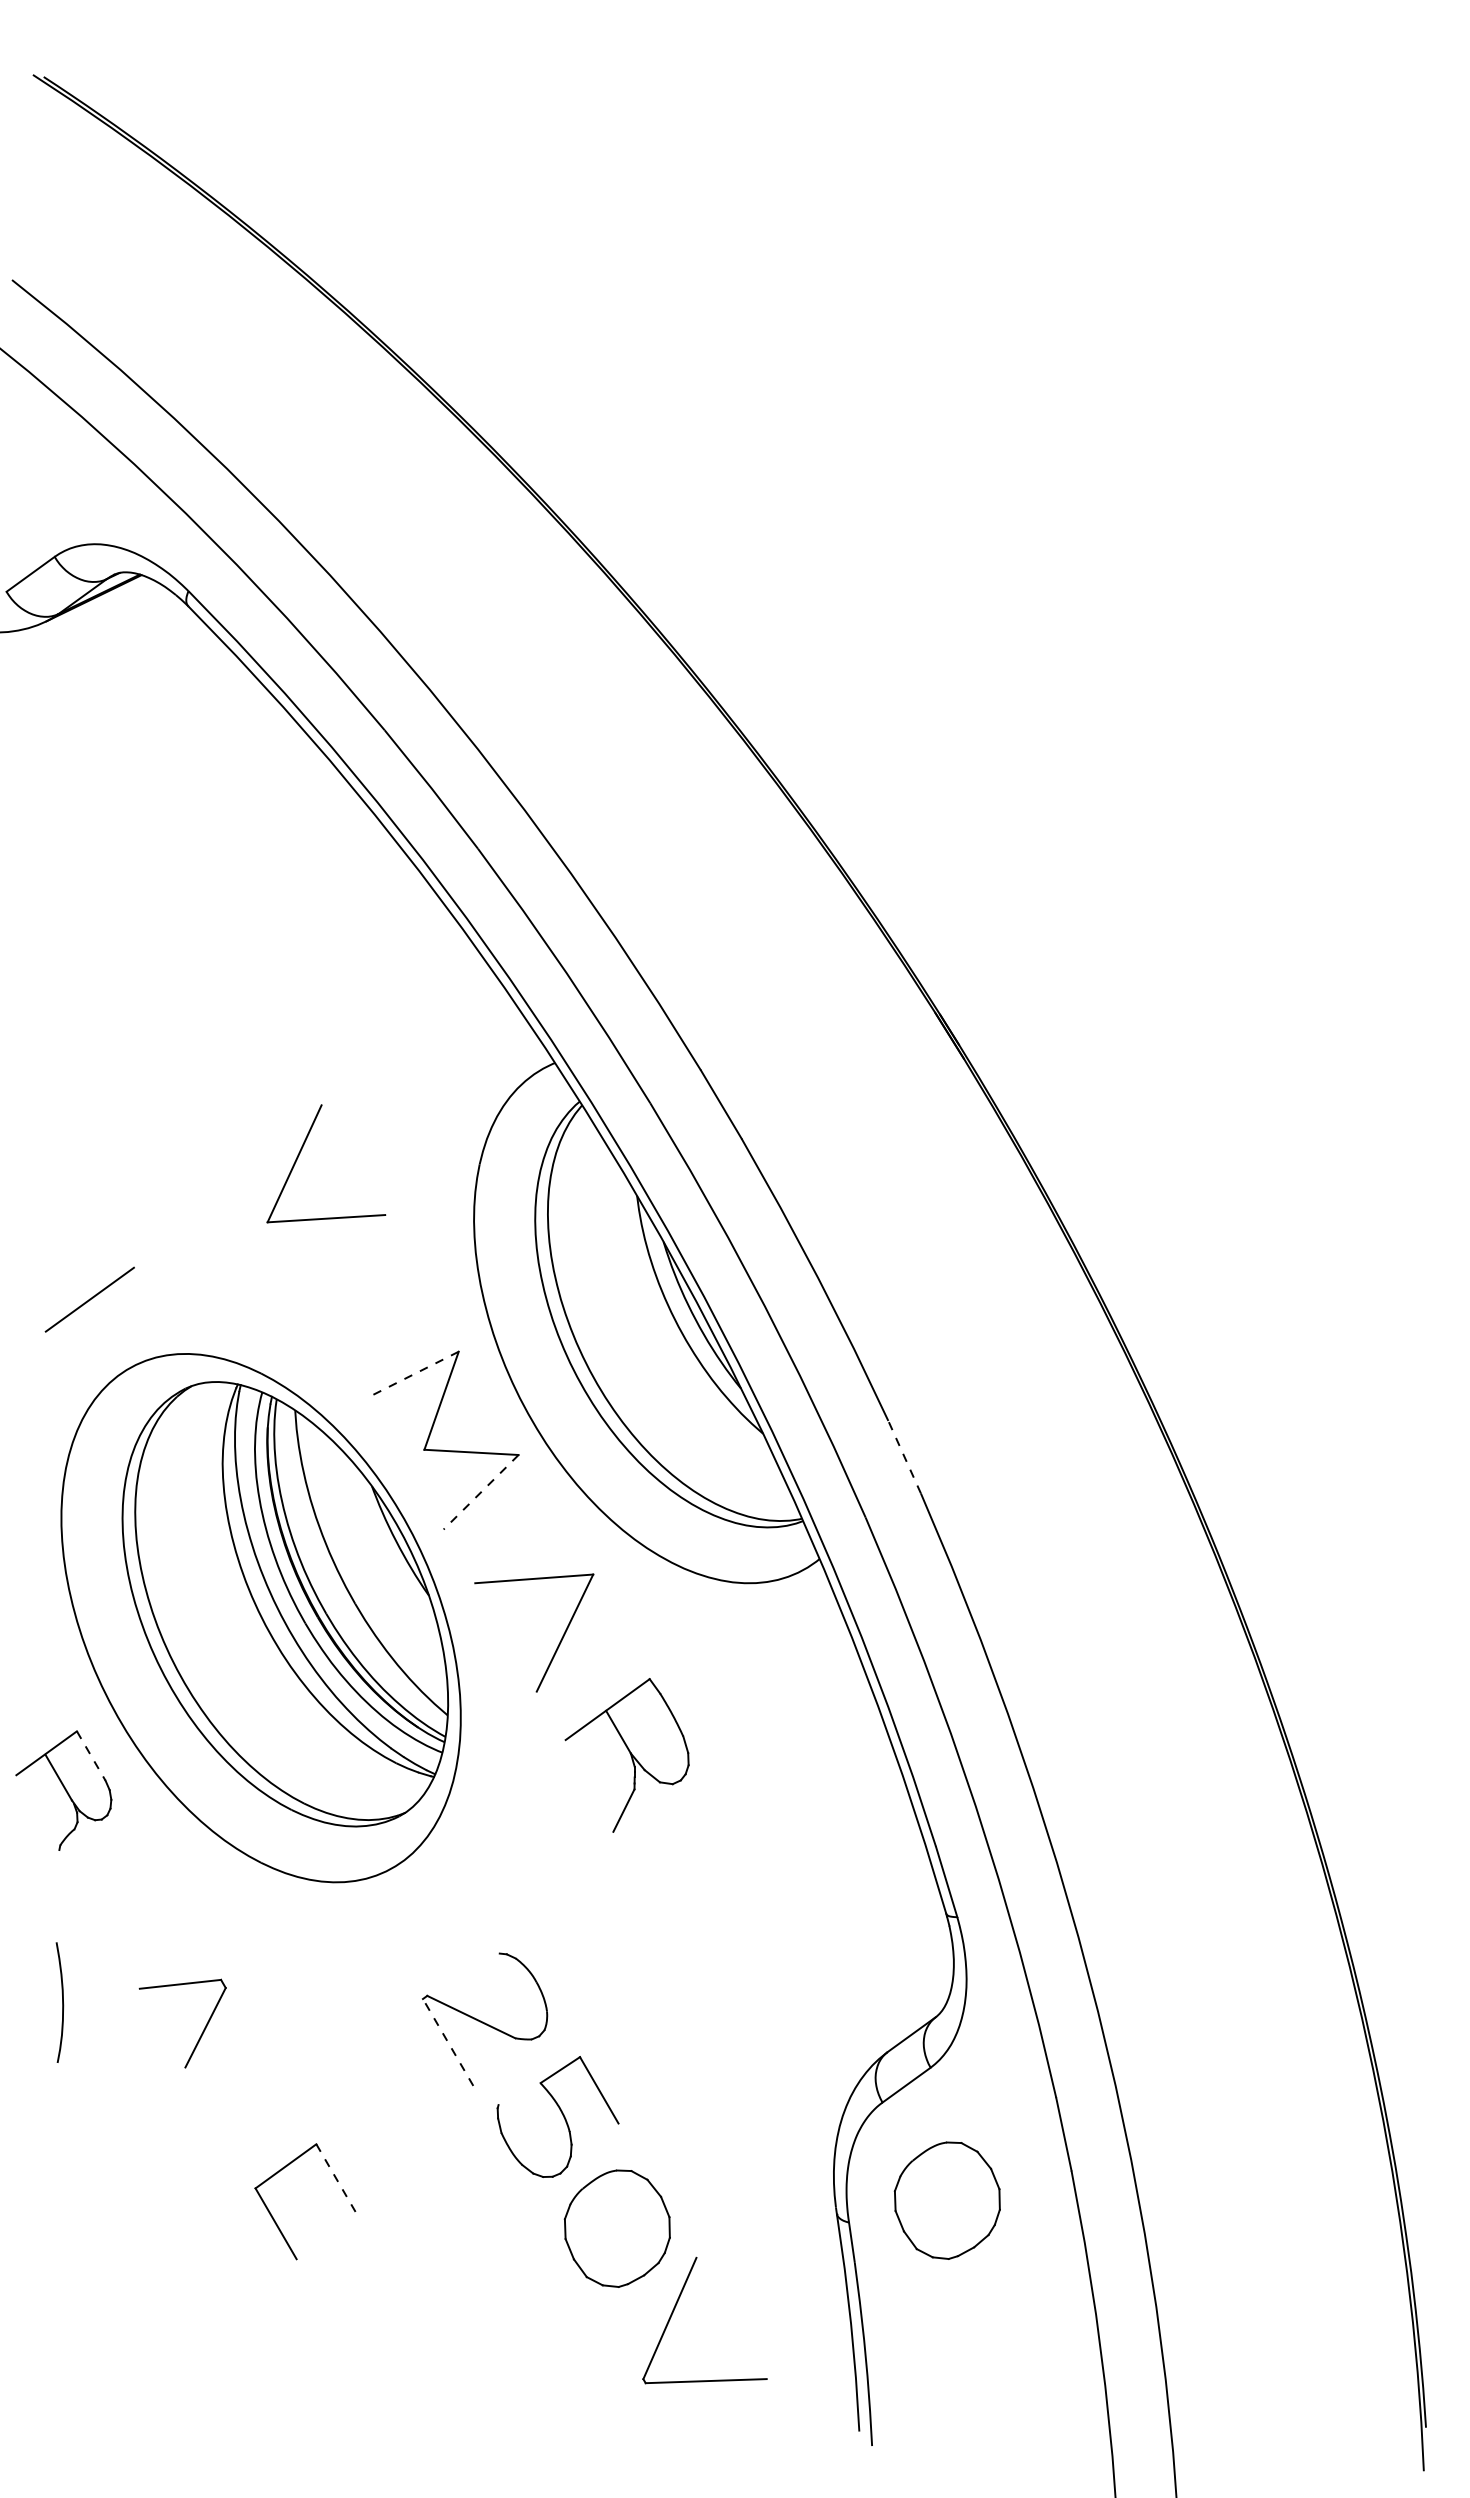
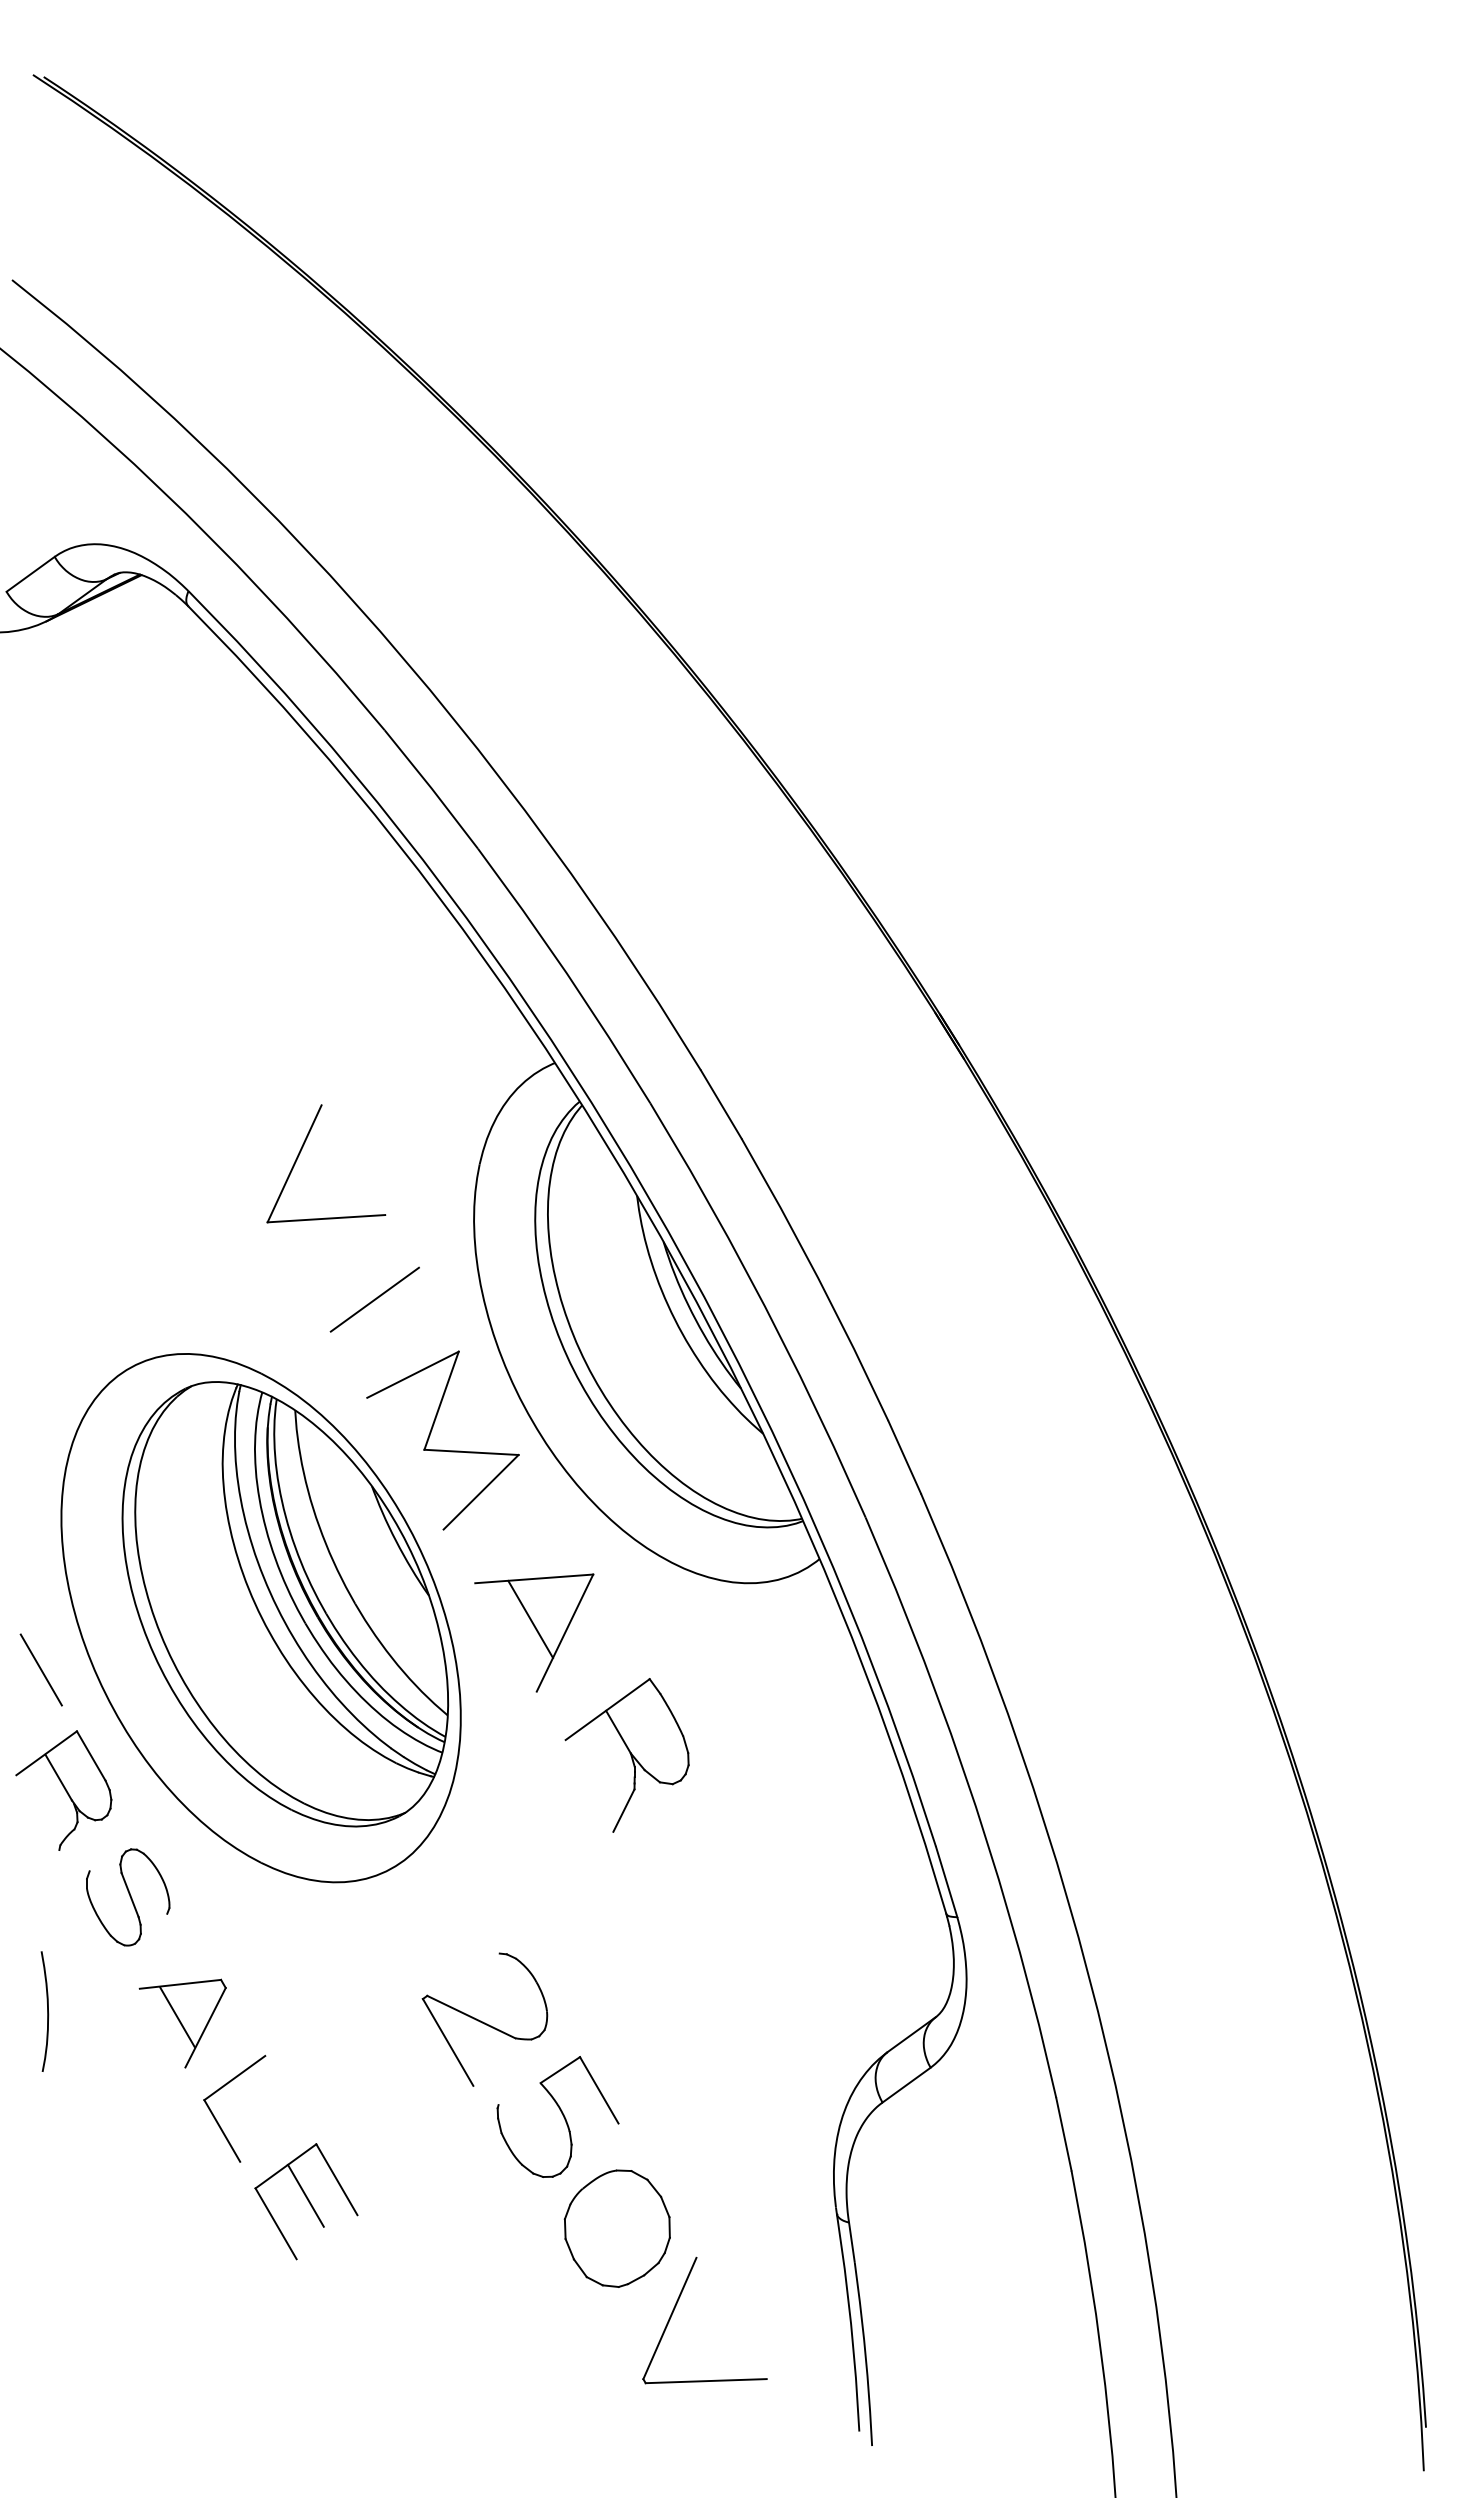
line at (89, 1299) position: (89, 1299) -> (374, 1299)
line at (412, 1374): dashed -> solid
line at (904, 1457): dashed -> solid
line at (481, 1492): dashed -> solid
line at (530, 1618): none -> present
line at (40, 1669): none -> present
line at (91, 1756): dashed -> solid
part at (128, 1897): none -> present
curve at (62, 2002) position: (62, 2002) -> (47, 2011)
line at (177, 2016): none -> present
line at (447, 2042): dashed -> solid
part at (216, 2118): none -> present
line at (336, 2179): dashed -> solid
line at (305, 2195): none -> present
part at (946, 2200): present -> none
